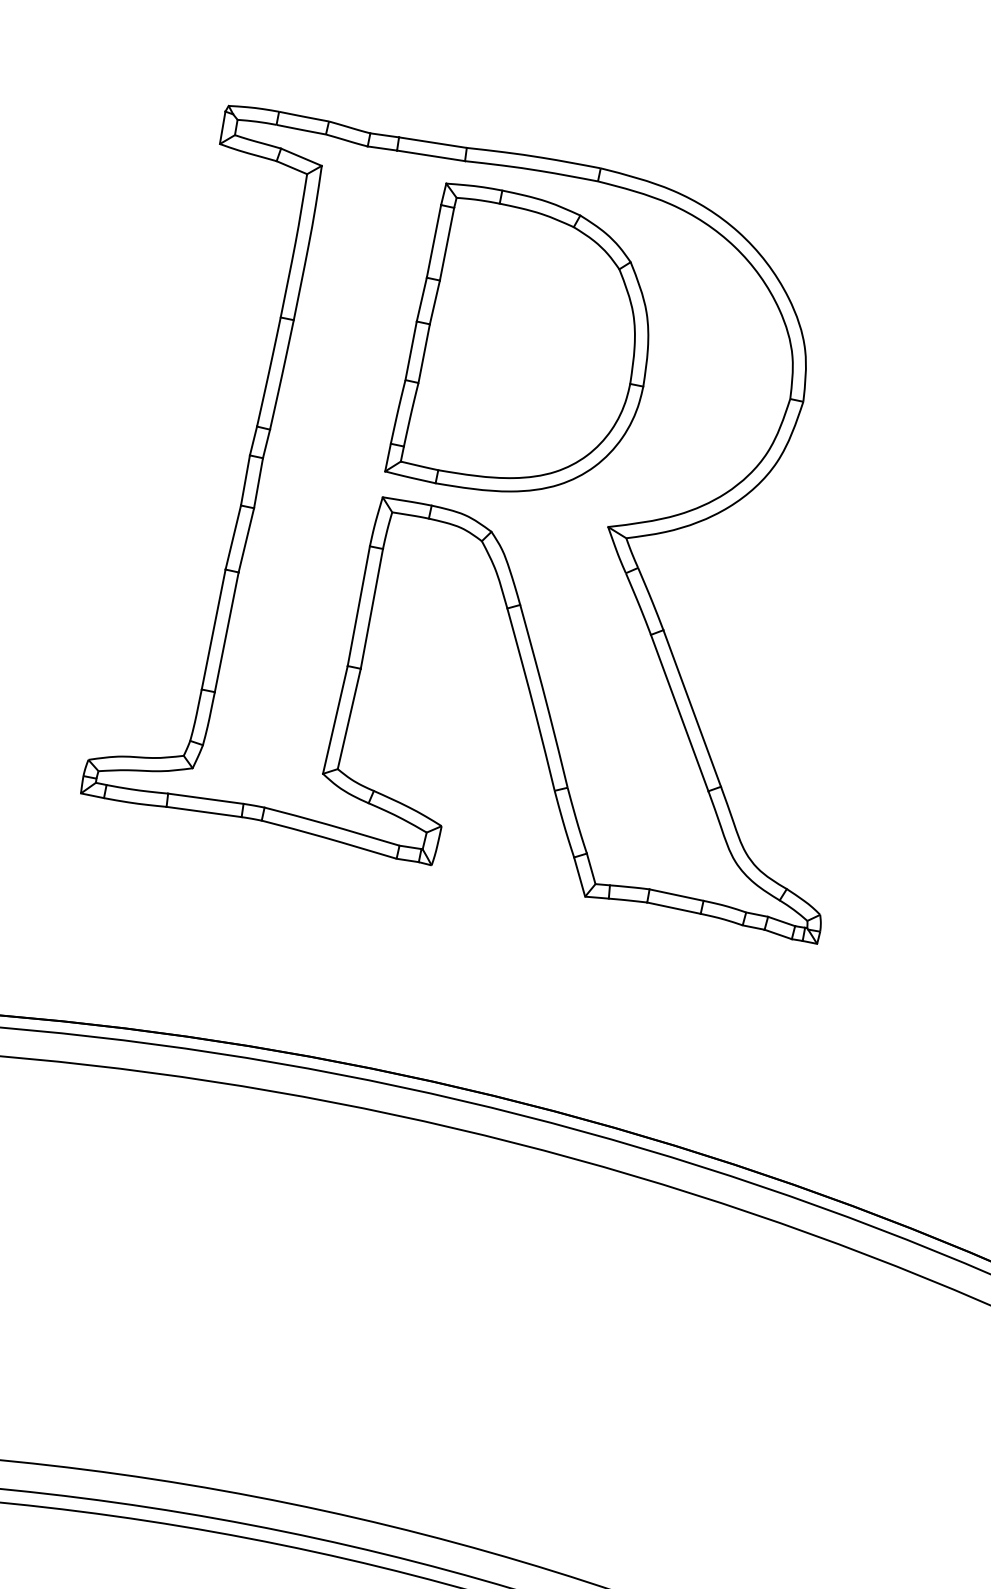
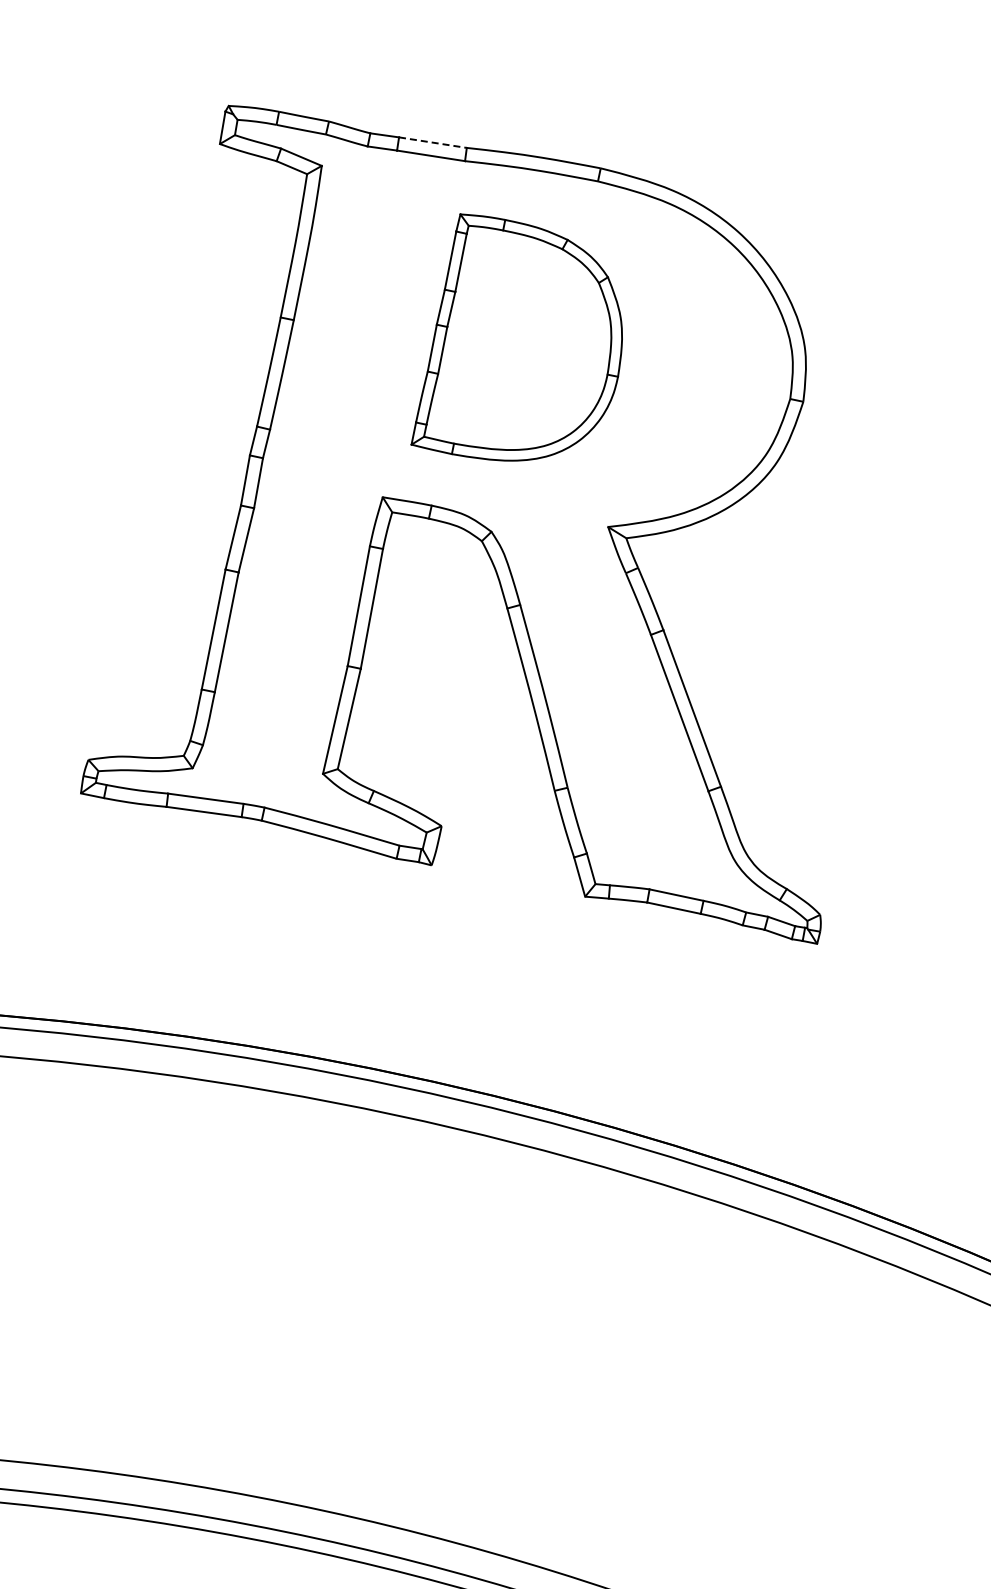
line at (433, 142): solid -> dashed
part at (516, 337) size: 266x311 px -> 213x249 px
